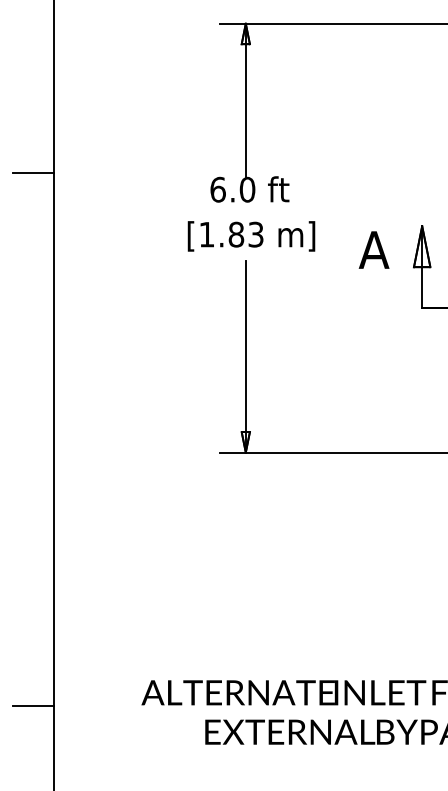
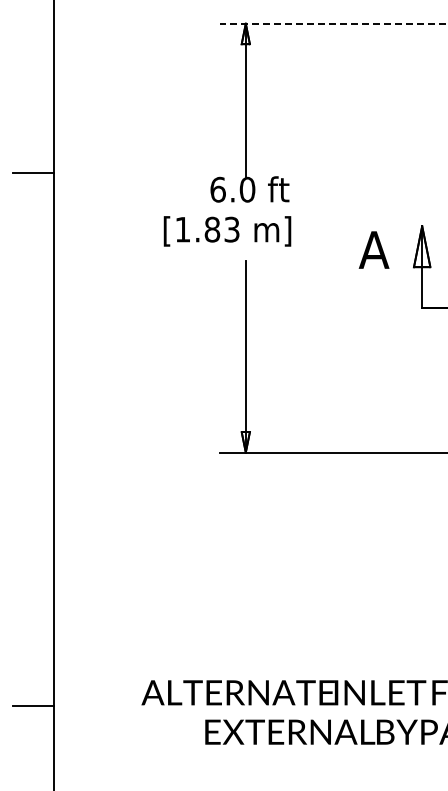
line at (333, 23): solid -> dashed
text at (251, 236) position: (251, 236) -> (227, 231)
